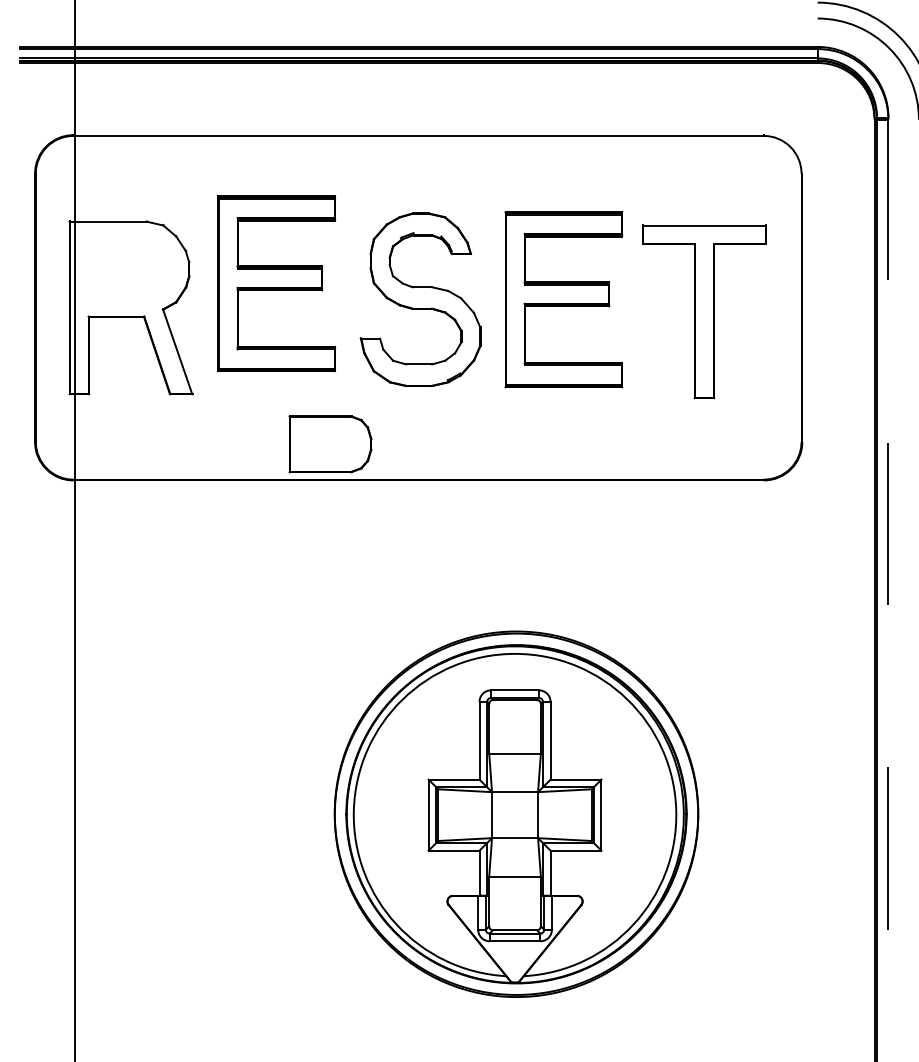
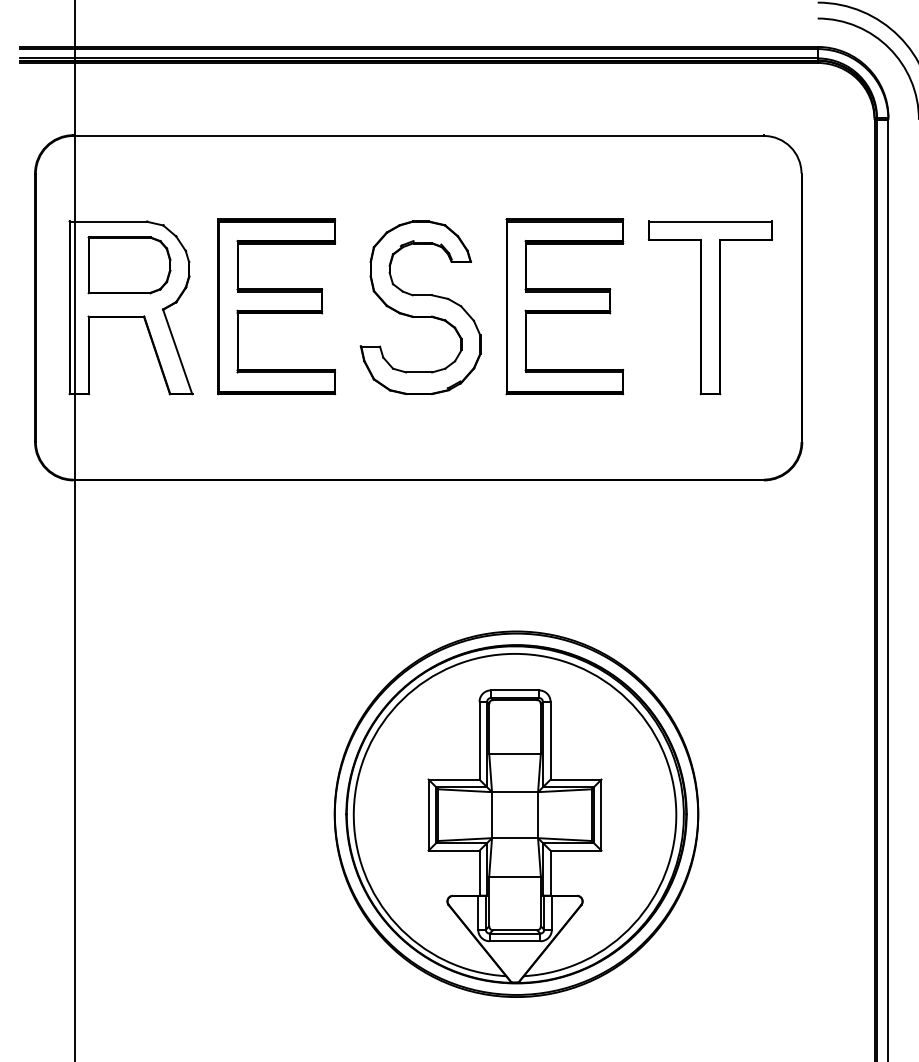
part at (276, 283) position: (276, 283) -> (276, 306)
part at (420, 299) position: (420, 299) -> (420, 307)
part at (563, 299) position: (563, 299) -> (564, 306)
part at (704, 311) position: (704, 311) -> (710, 307)
part at (330, 444) position: (330, 444) -> (129, 265)
line at (888, 589): dashed -> solid
